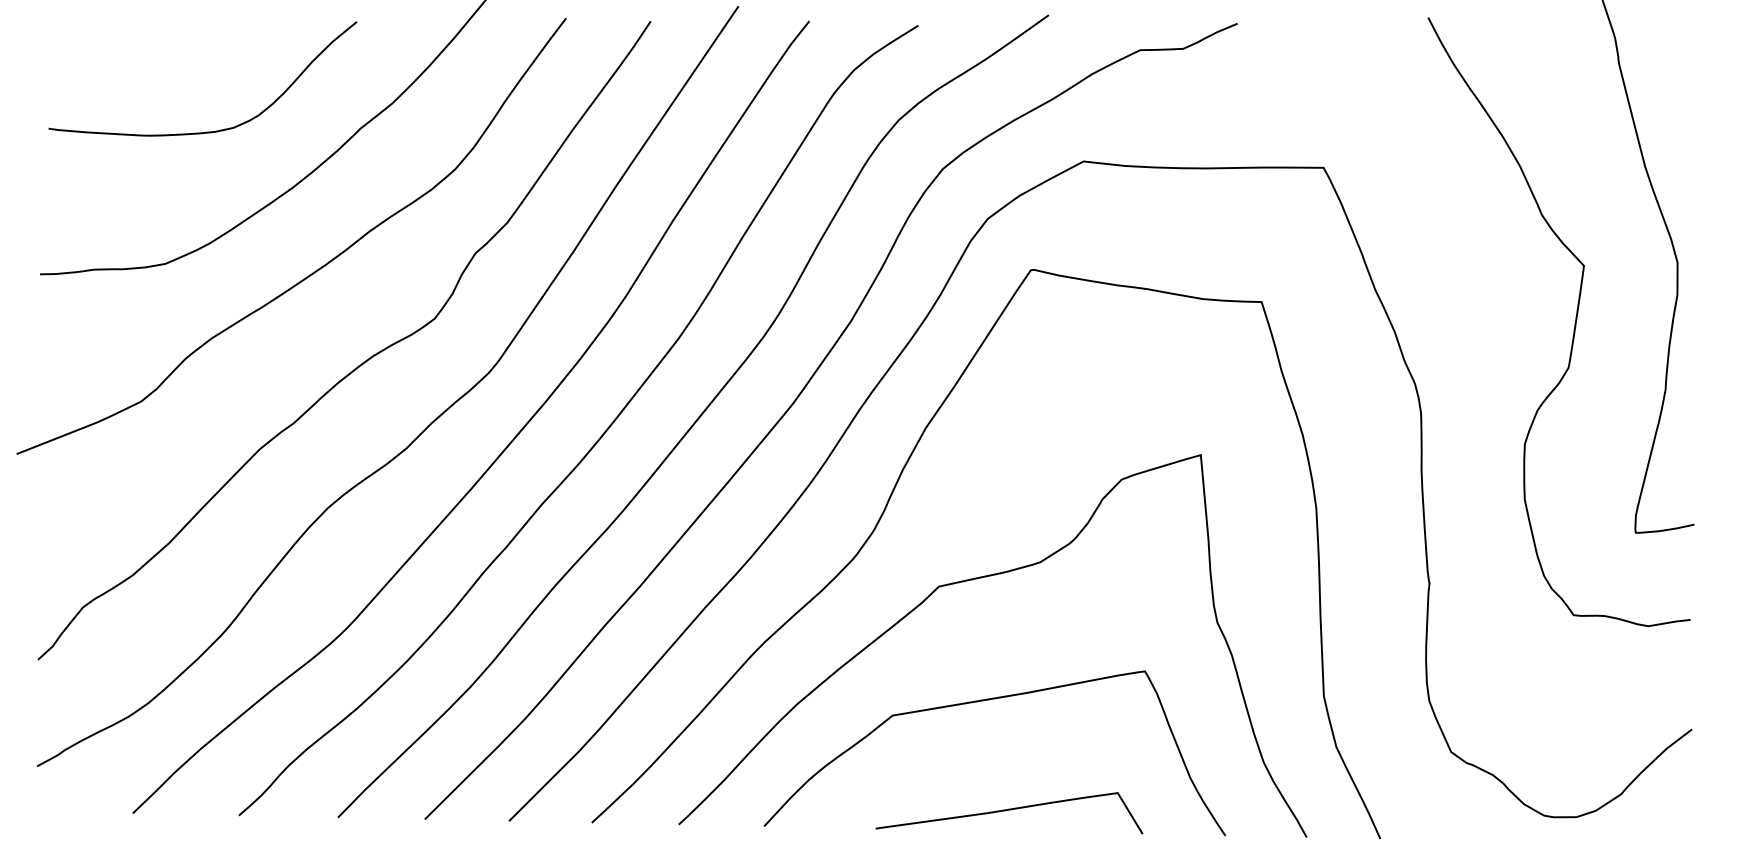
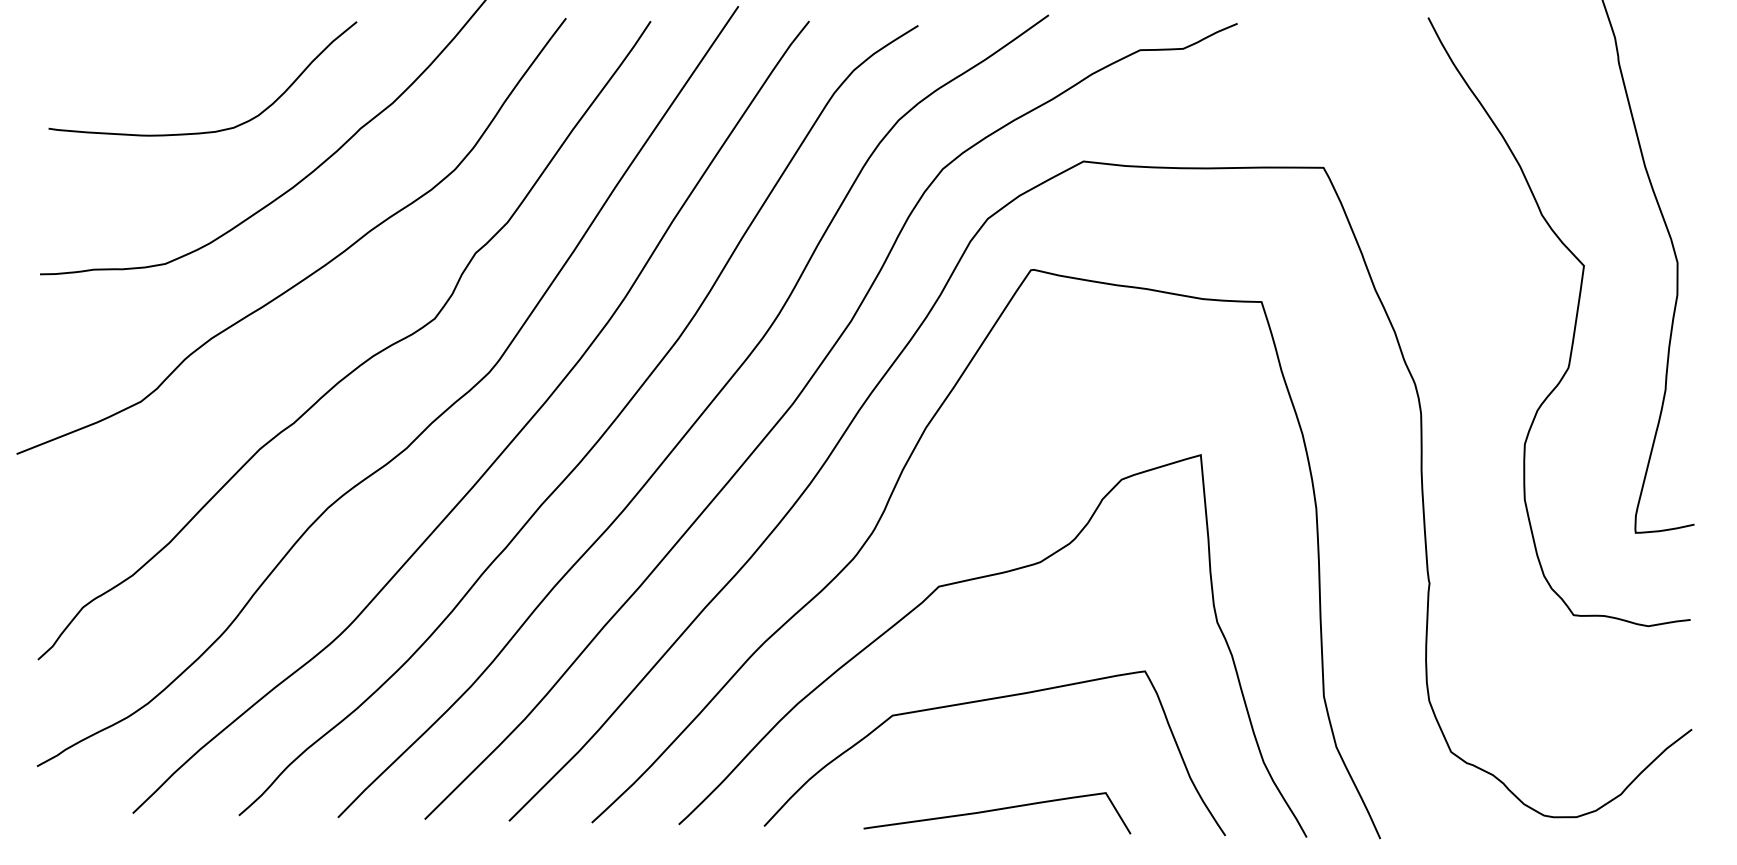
curve at (1009, 810) position: (1009, 810) -> (997, 810)
